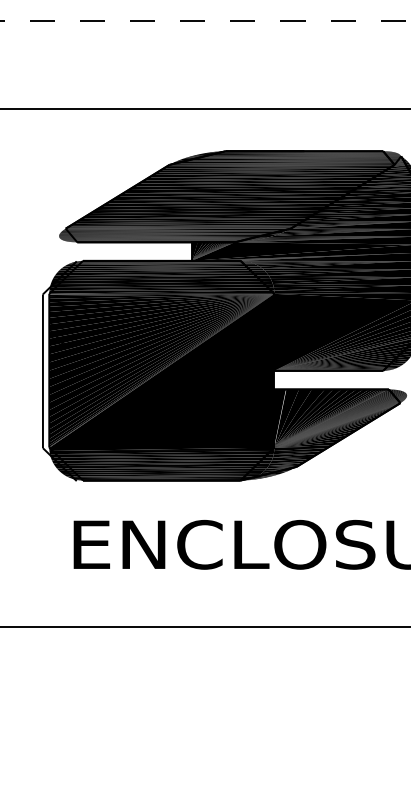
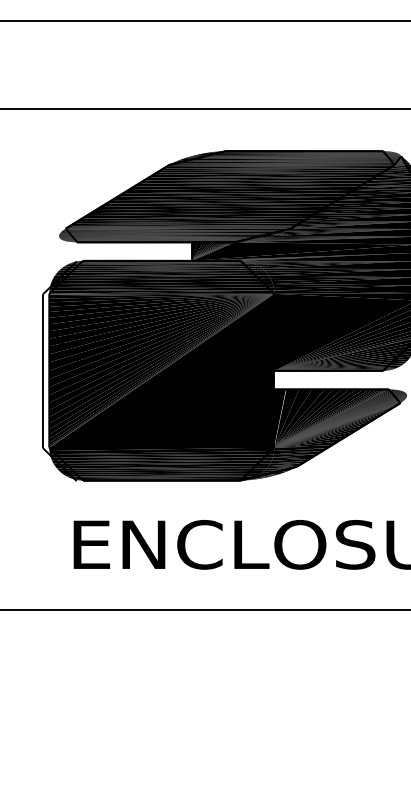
line at (204, 21): dashed -> solid
line at (204, 626) position: (204, 626) -> (204, 609)
